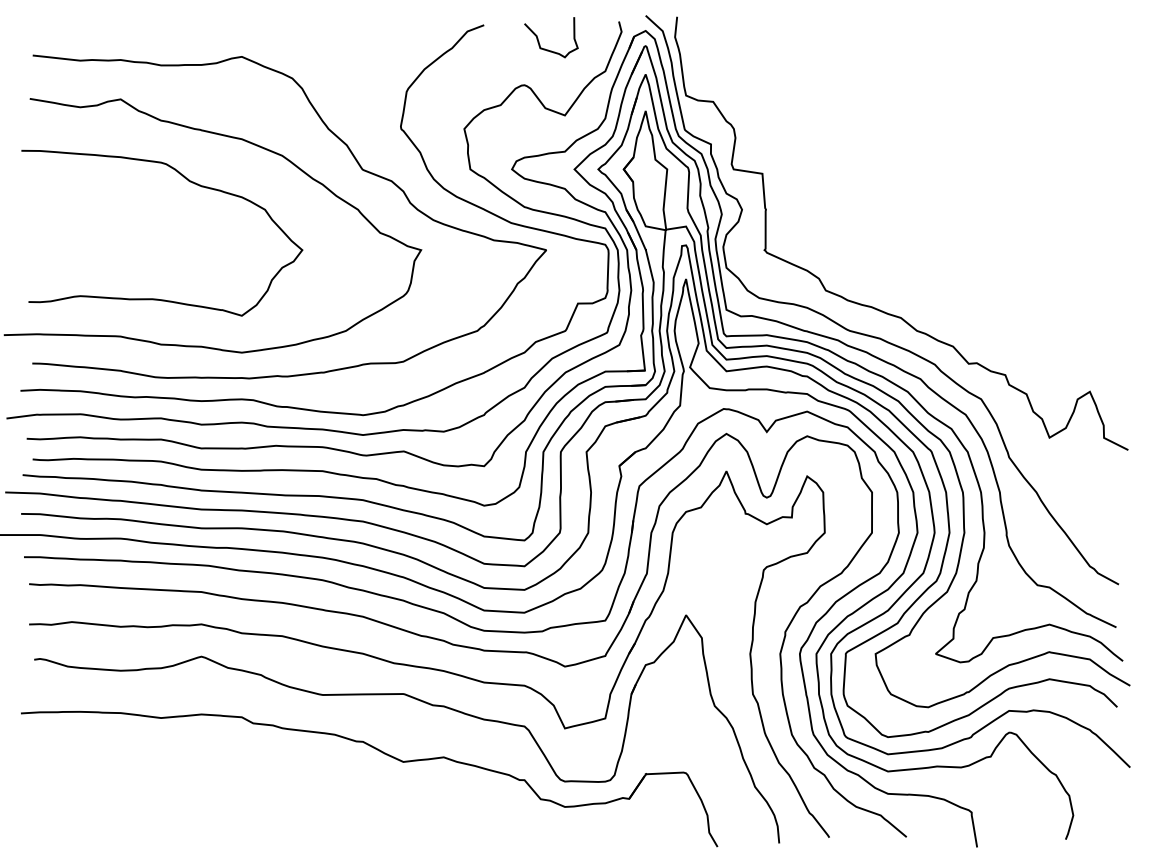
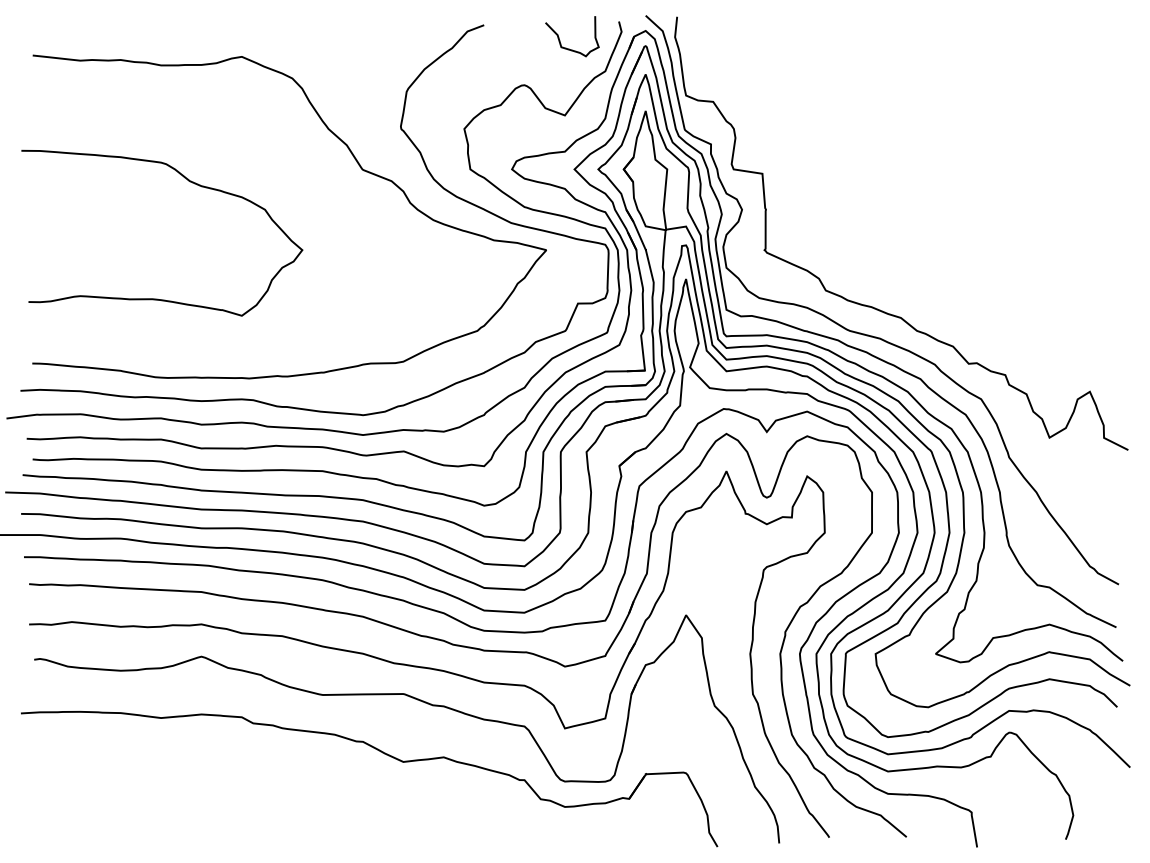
curve at (548, 49) position: (548, 49) -> (569, 48)
curve at (227, 137): present -> none
